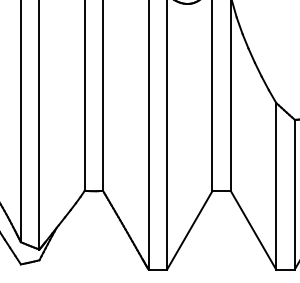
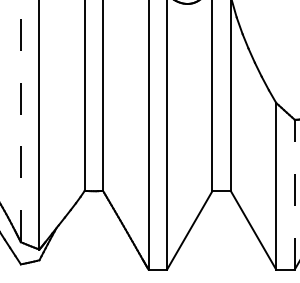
line at (20, 121): solid -> dashed
line at (294, 194): solid -> dashed
